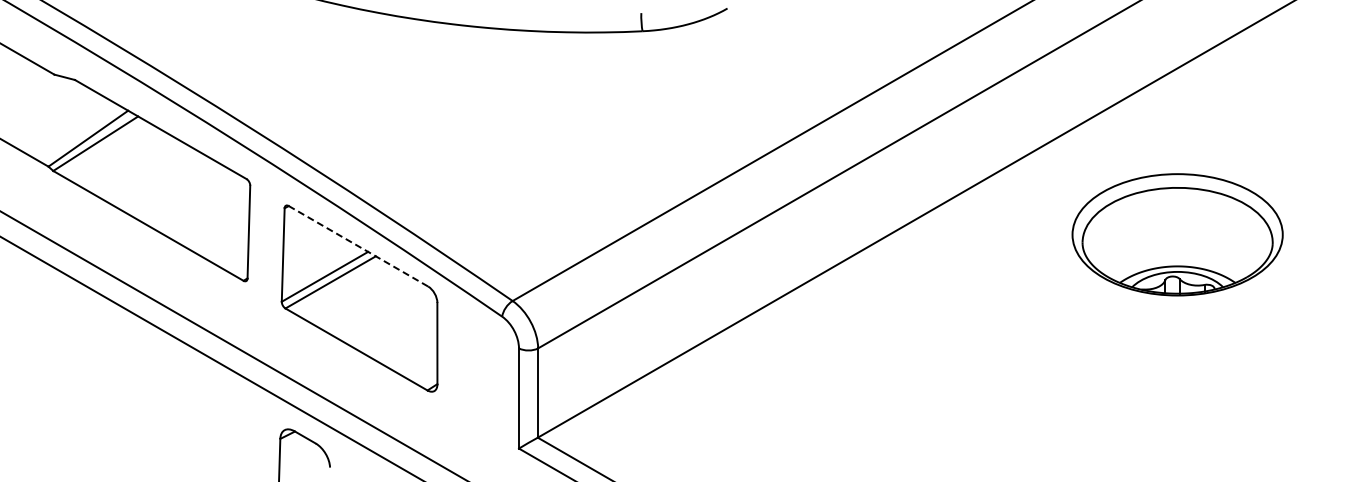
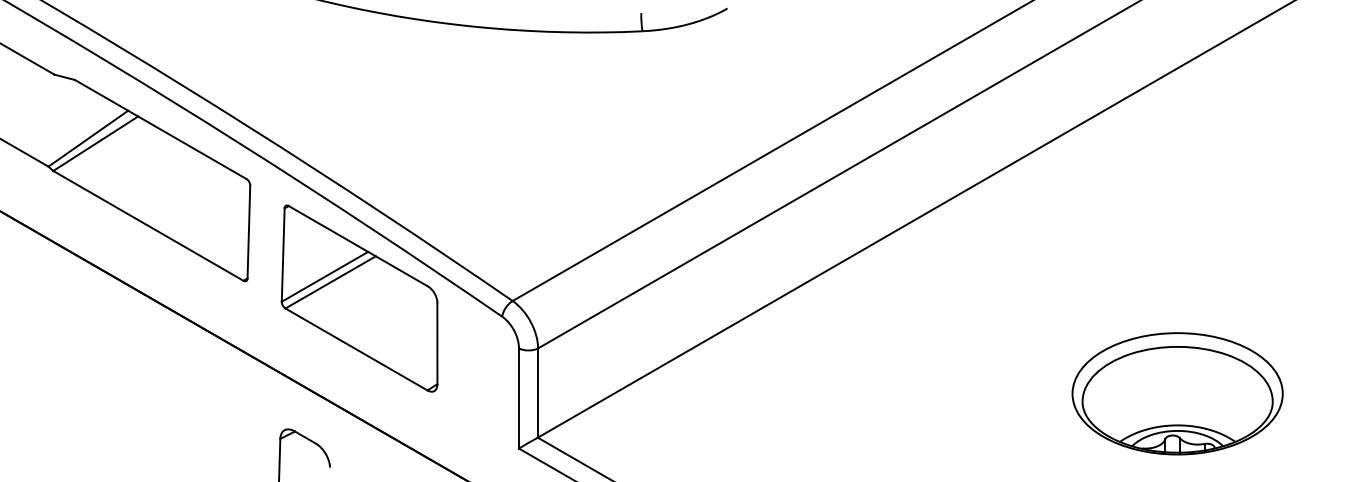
part at (1177, 234) position: (1177, 234) -> (1177, 393)
line at (358, 246): dashed -> solid
line at (210, 357) position: (210, 357) -> (232, 345)
